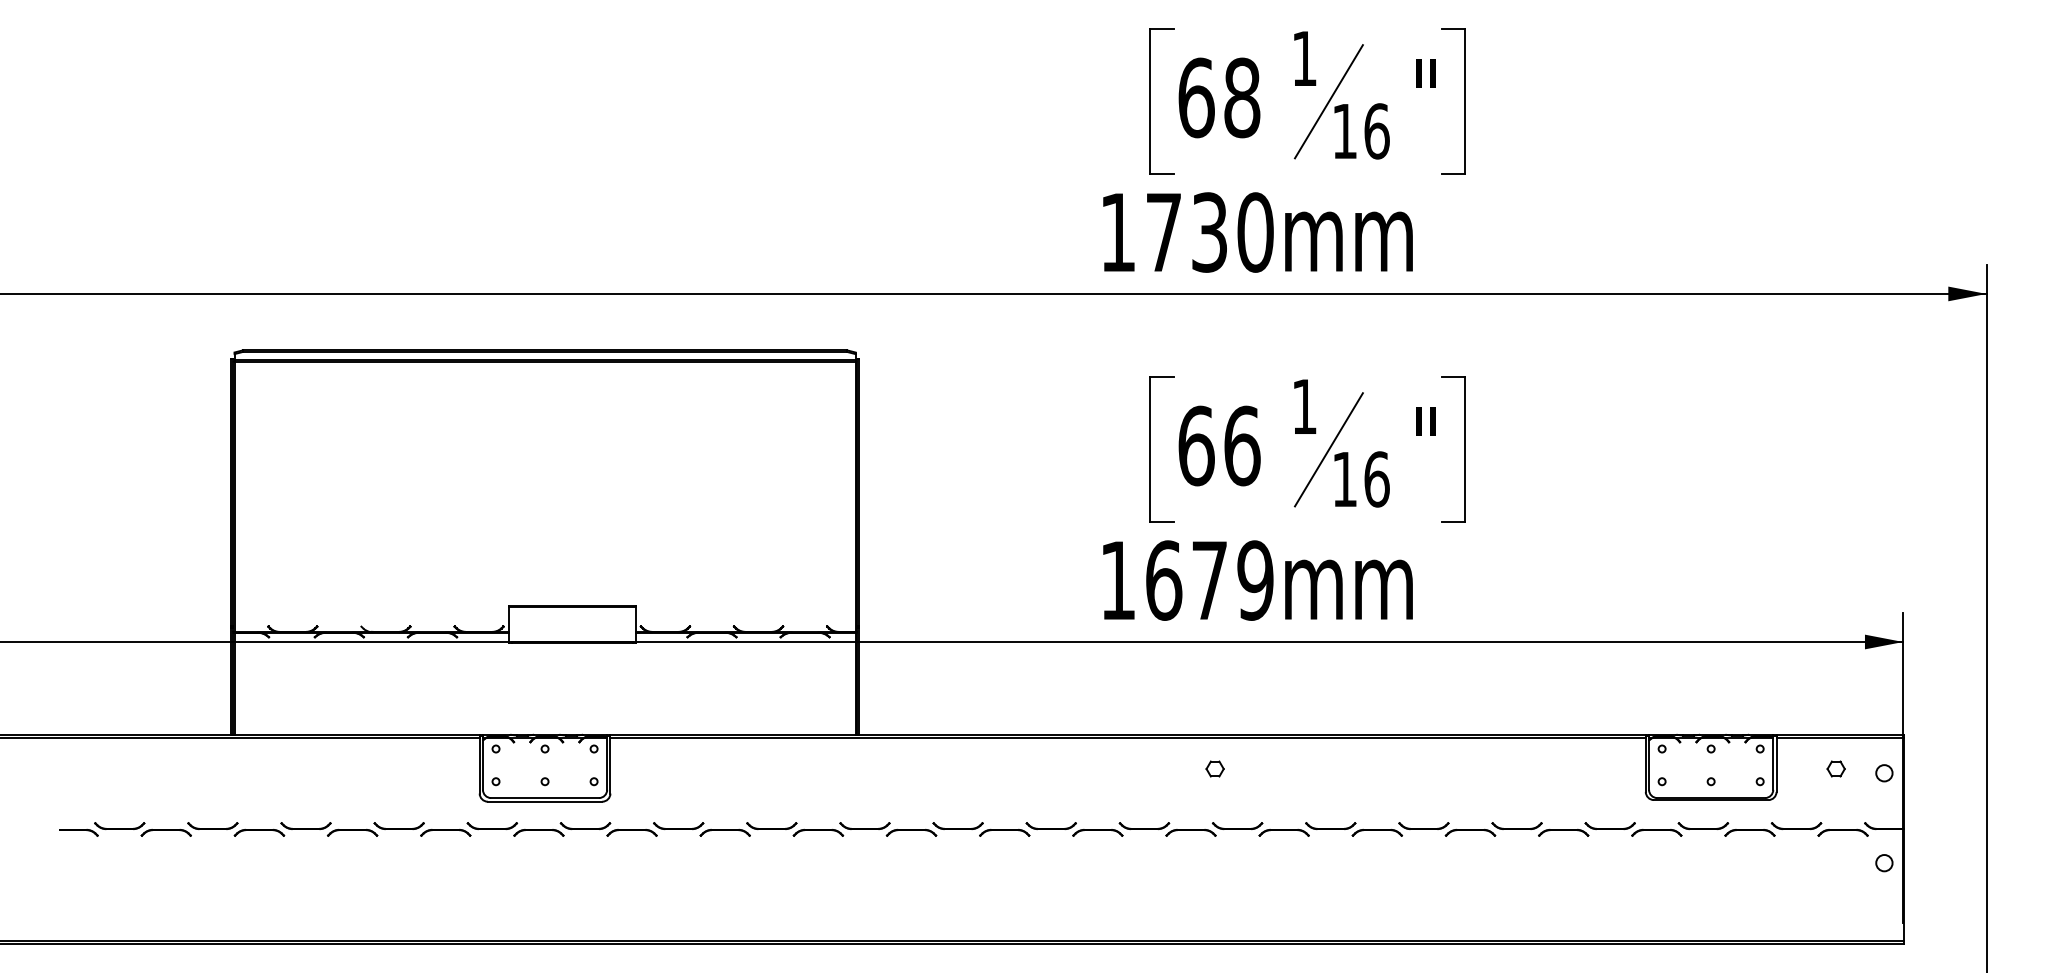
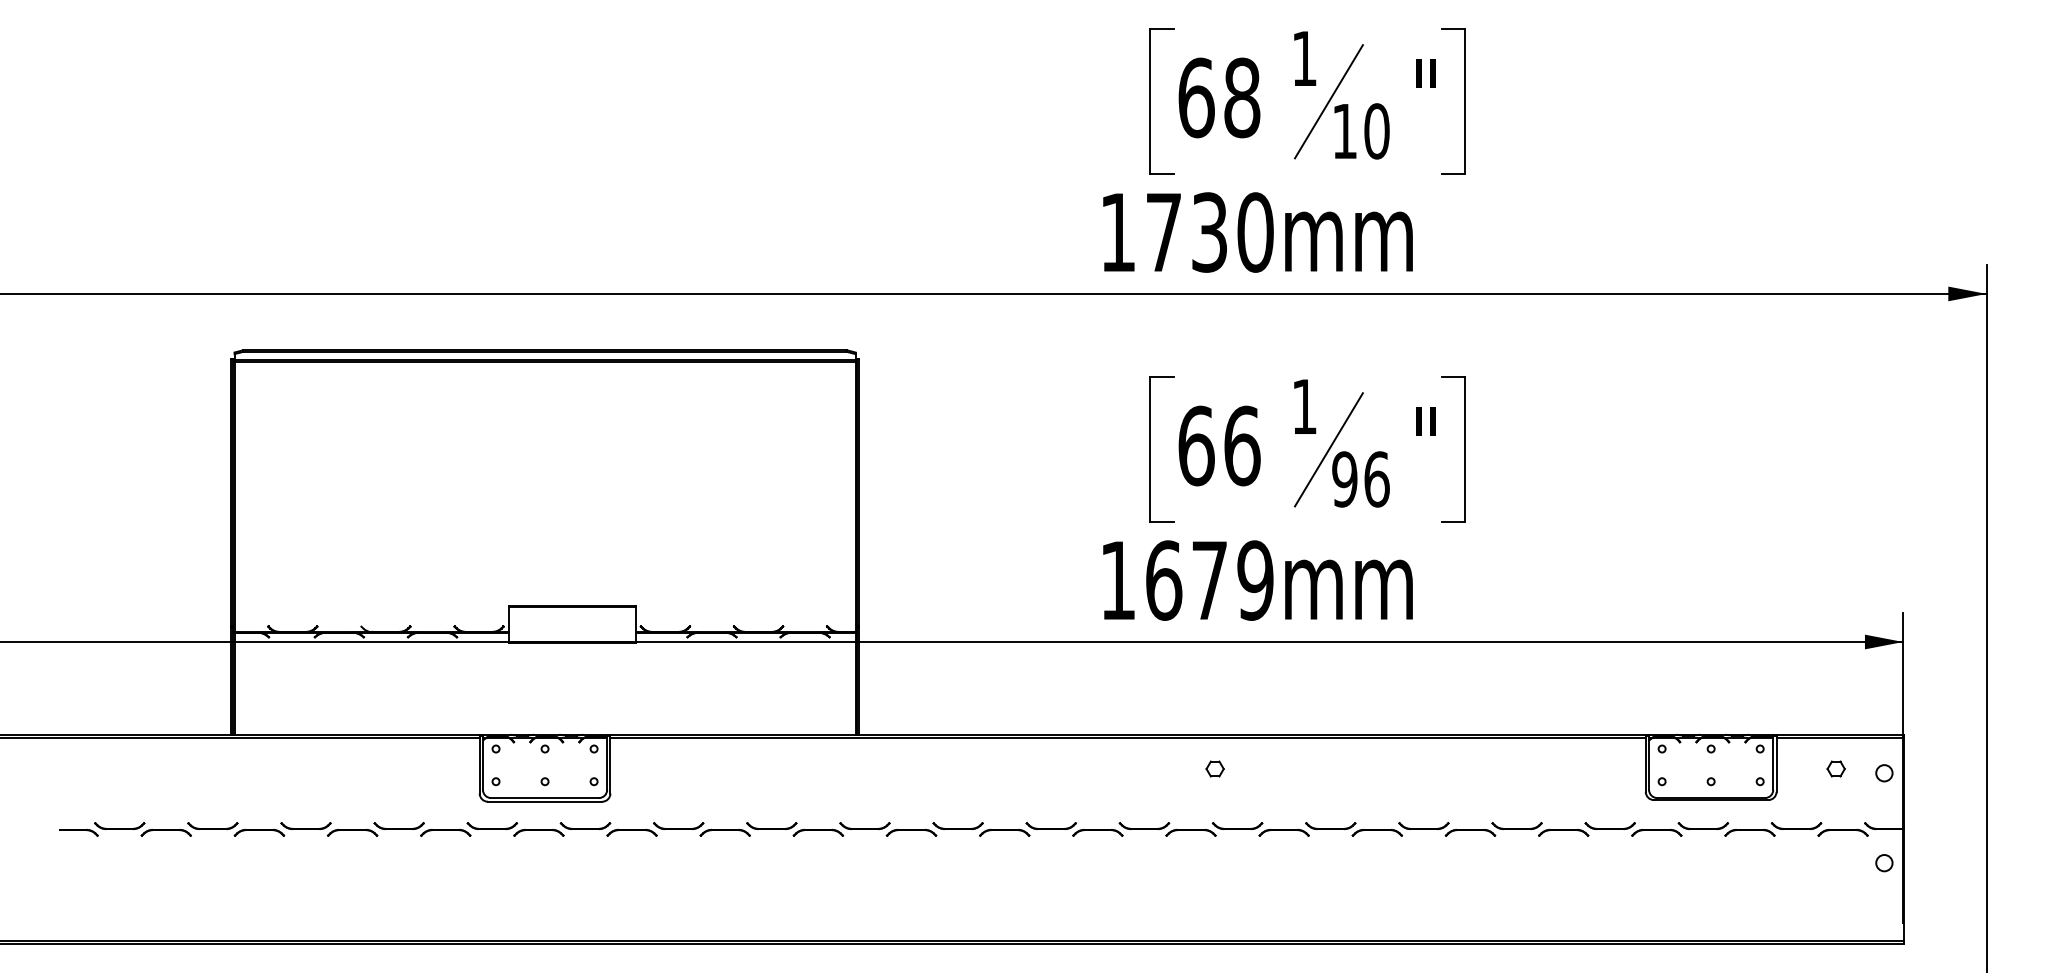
text at (1376, 131): 16 -> 10
text at (1344, 479): 16 -> 96
